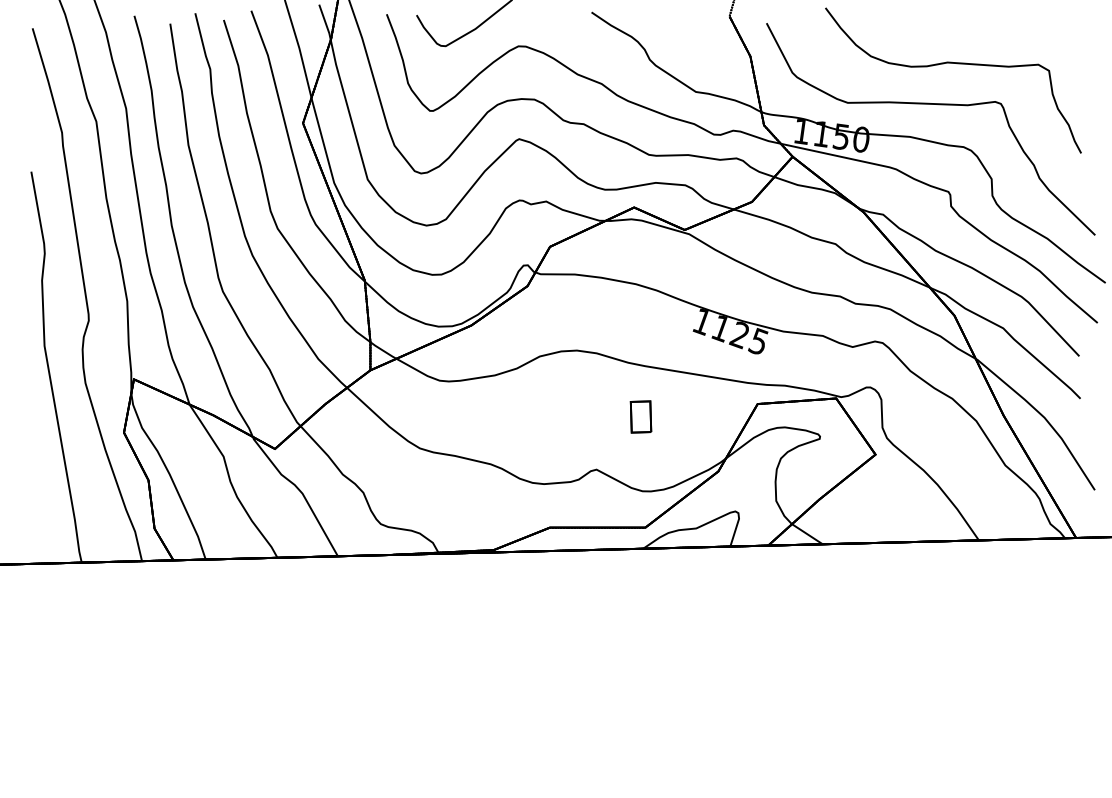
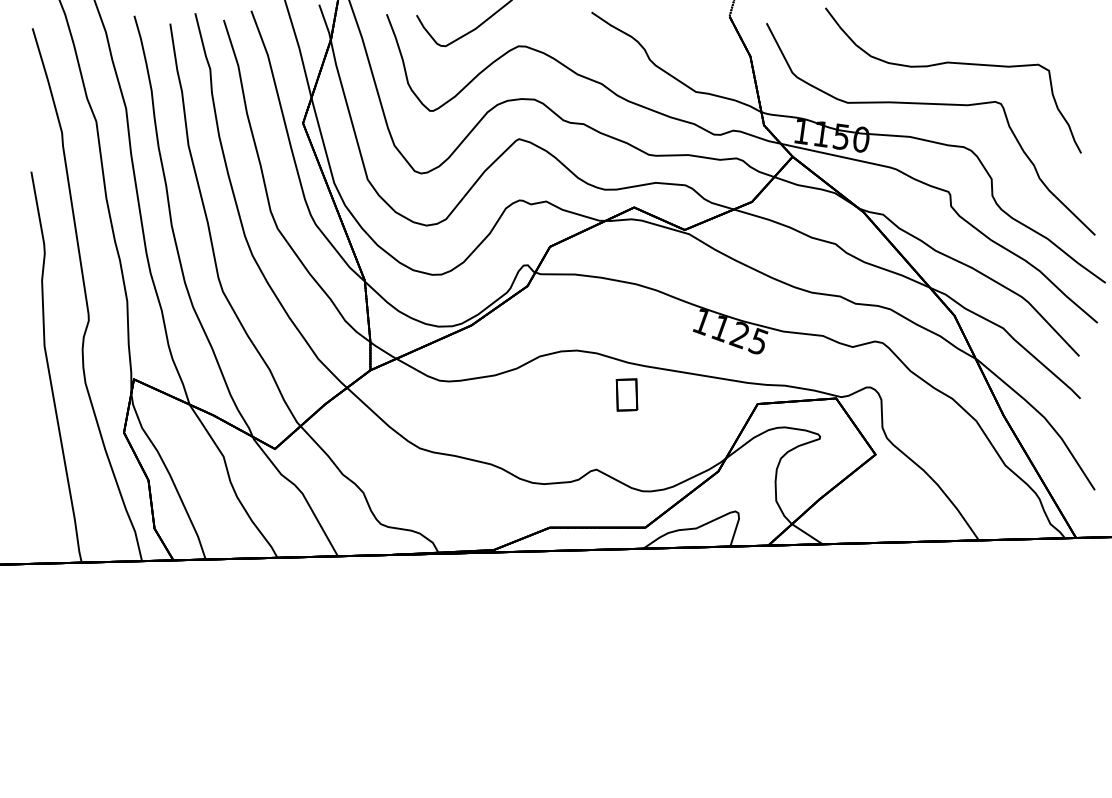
part at (640, 416) position: (640, 416) -> (626, 394)
